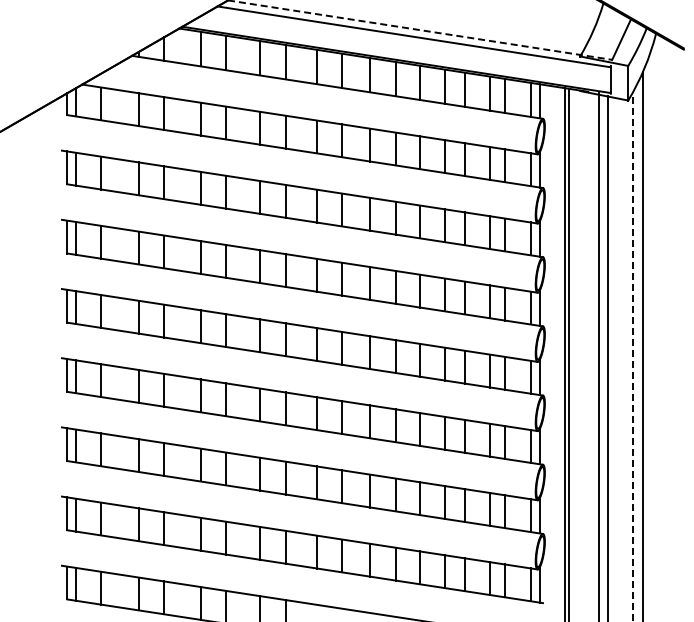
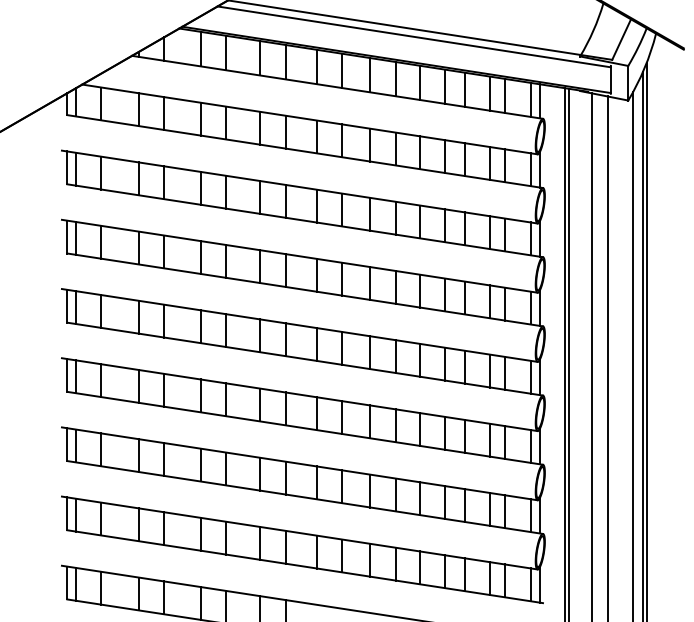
line at (420, 30): dashed -> solid
line at (646, 340): none -> present
line at (598, 355) position: (598, 355) -> (591, 355)
line at (633, 357): dashed -> solid
